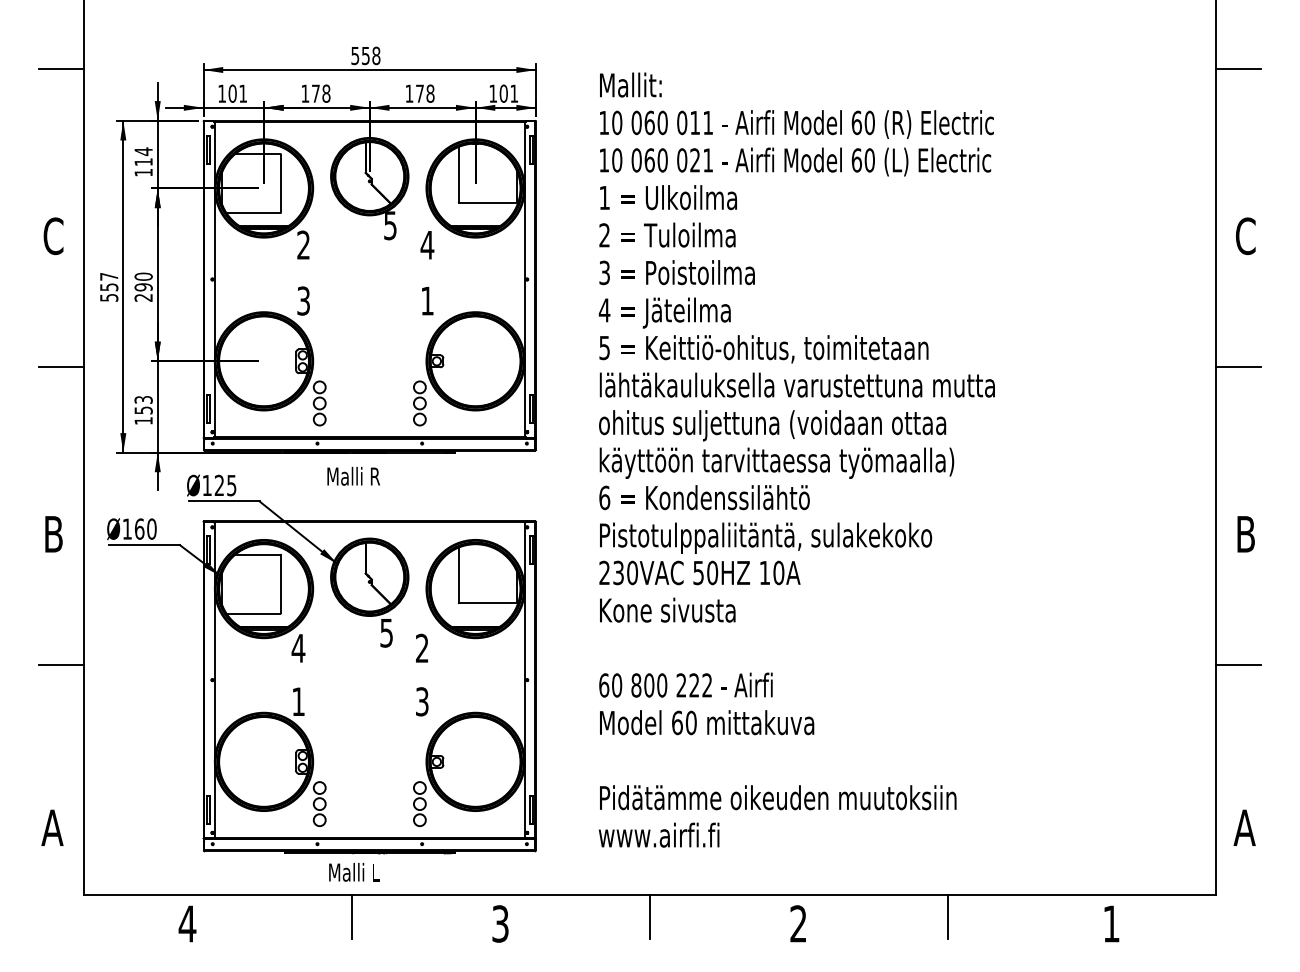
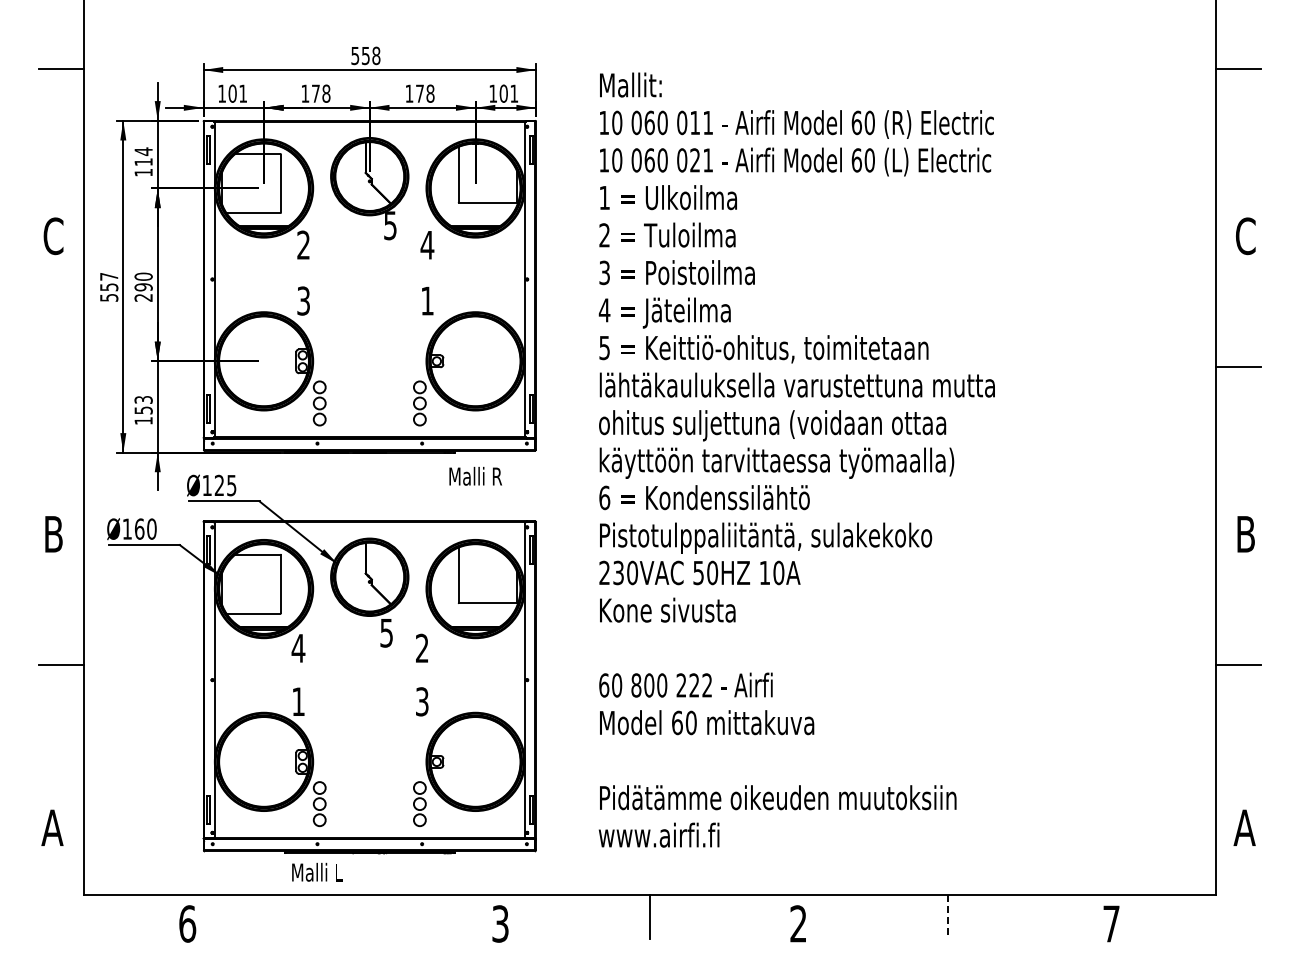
line at (60, 367): present -> none
text at (353, 475) position: (353, 475) -> (475, 475)
text at (354, 871) position: (354, 871) -> (317, 871)
line at (351, 916): present -> none
line at (948, 917): solid -> dashed
text at (187, 923): 4 -> 6
text at (1111, 923): 1 -> 7
